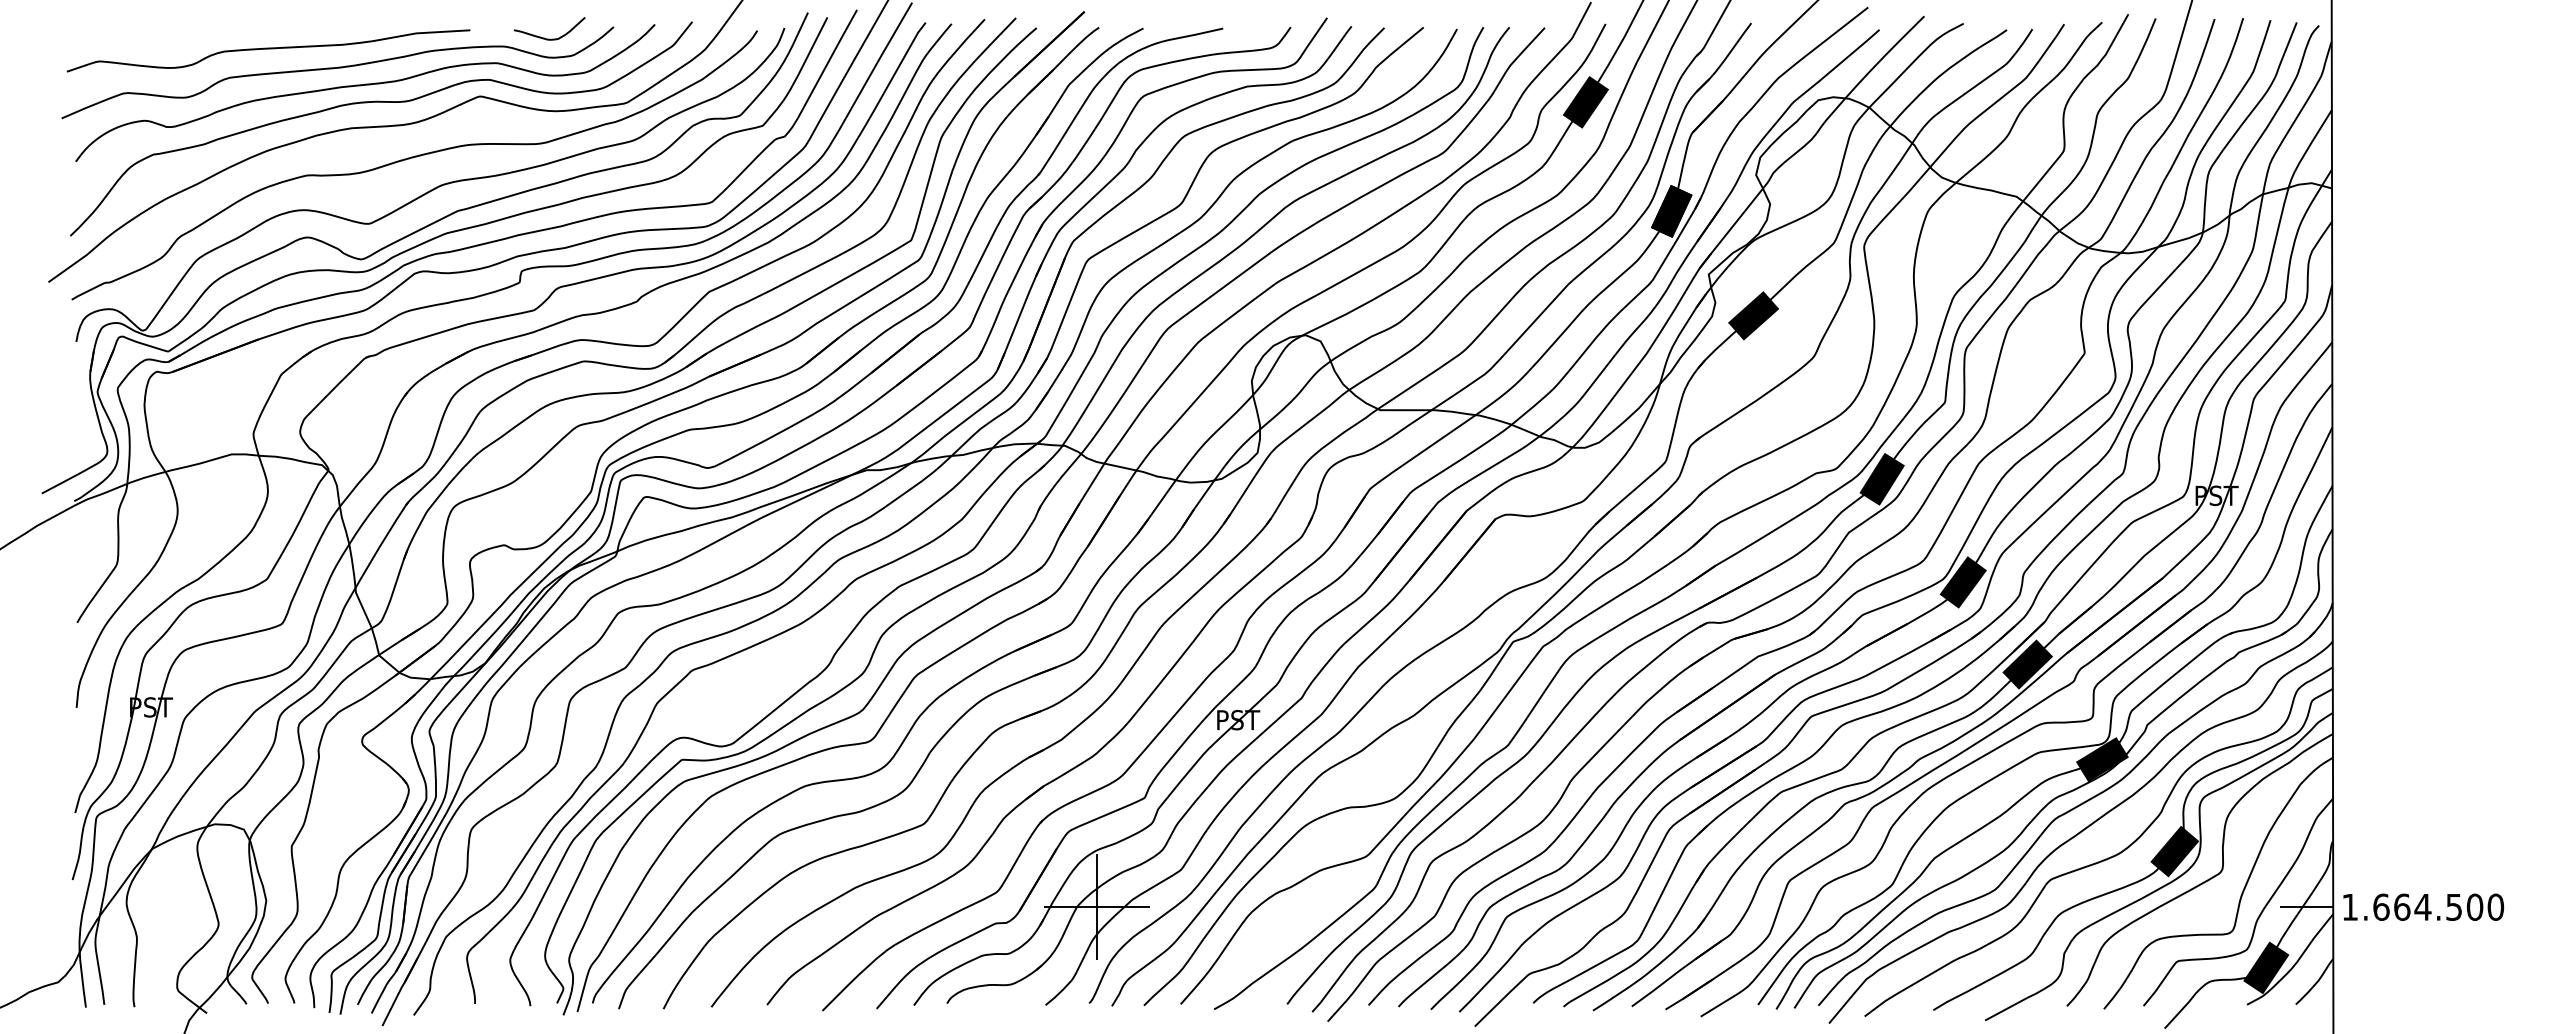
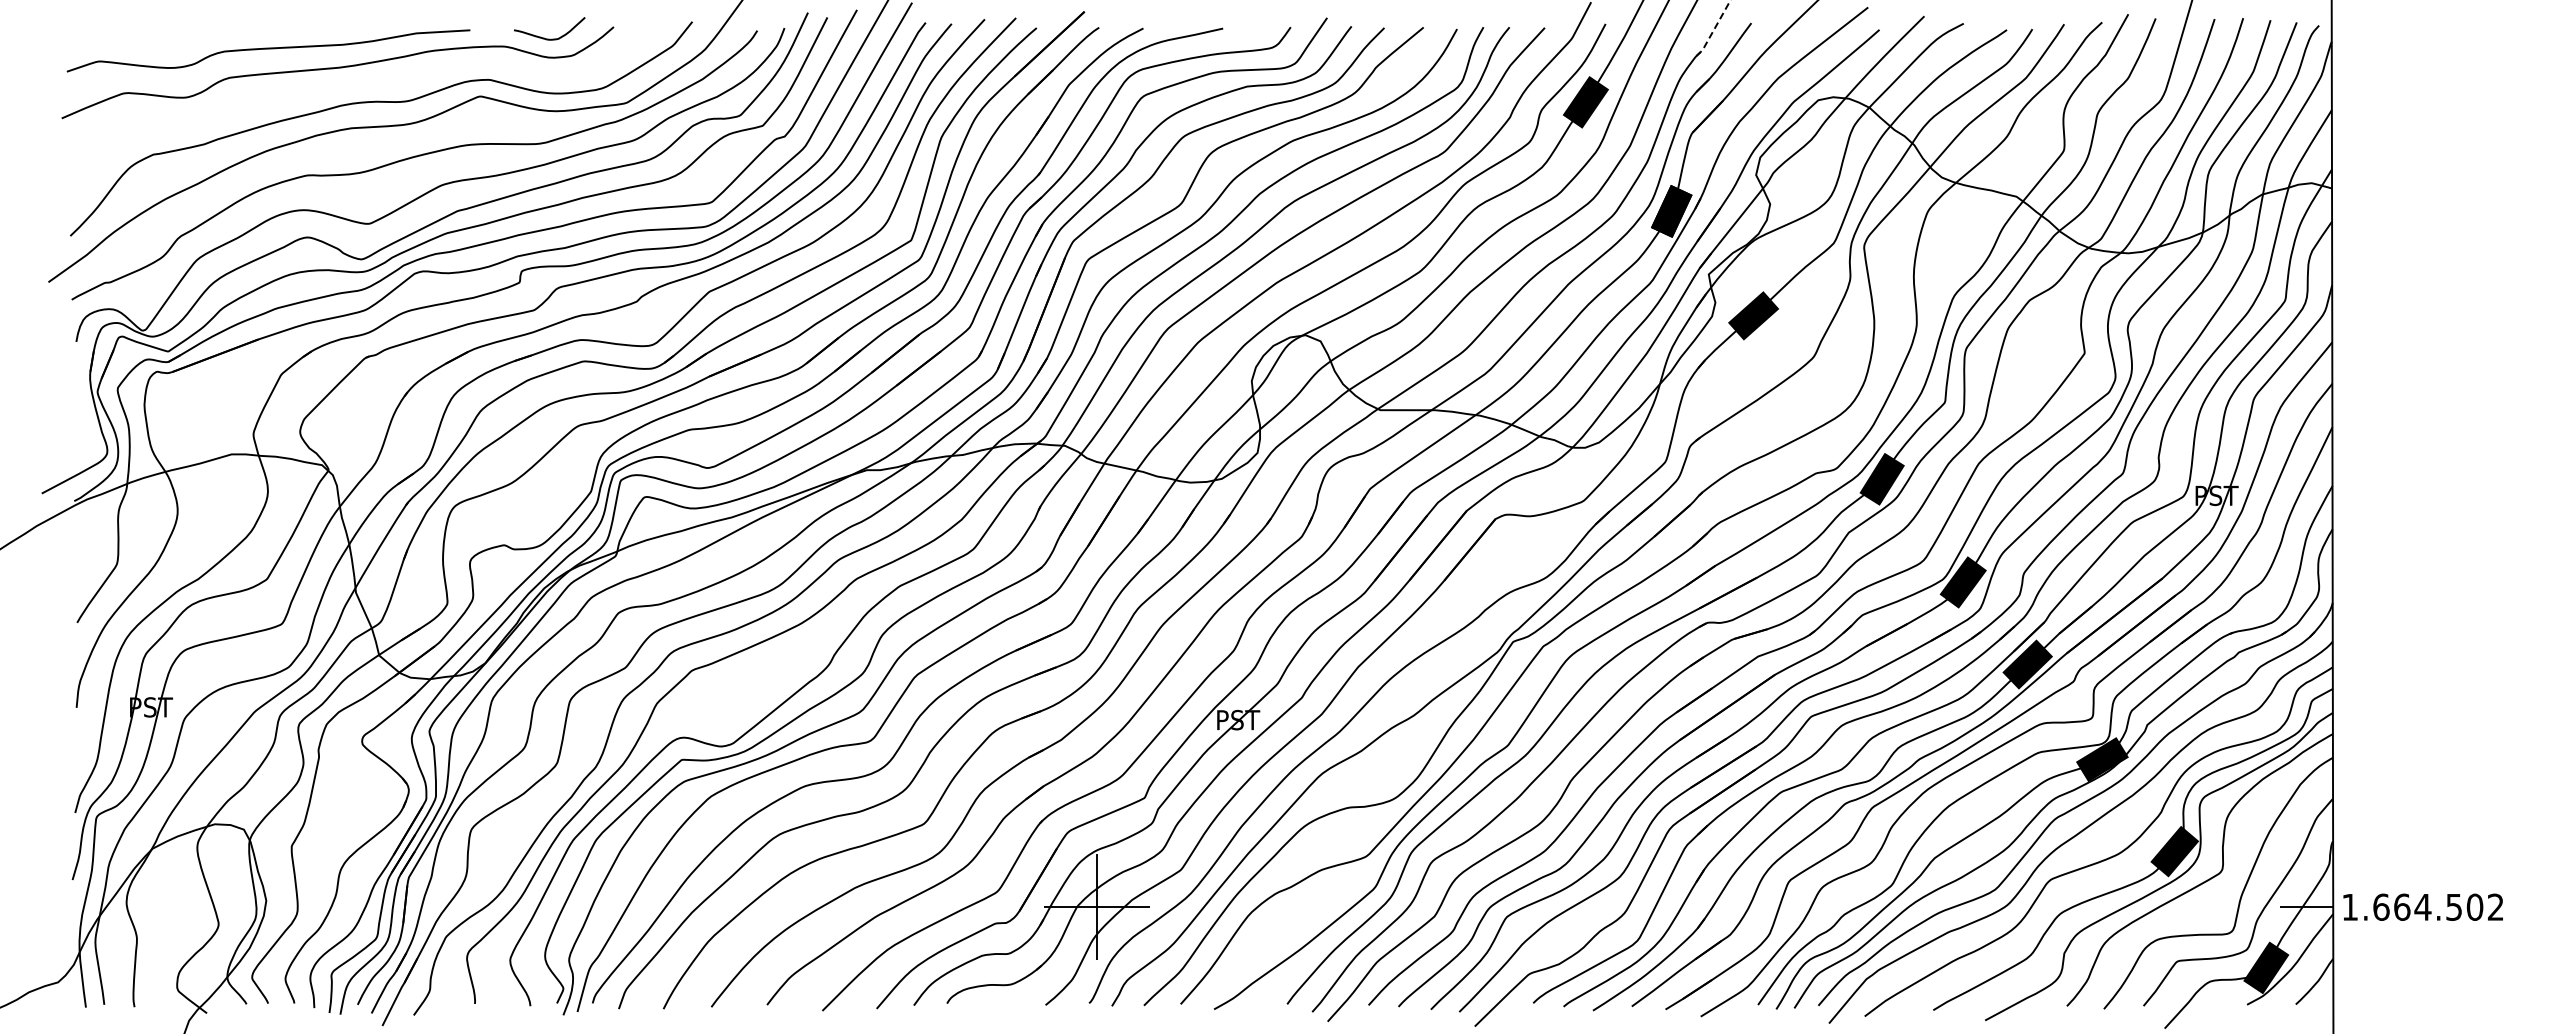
line at (1714, 29): solid -> dashed
curve at (365, 85): present -> none
text at (2495, 906): 1.664.500 -> 1.664.502
